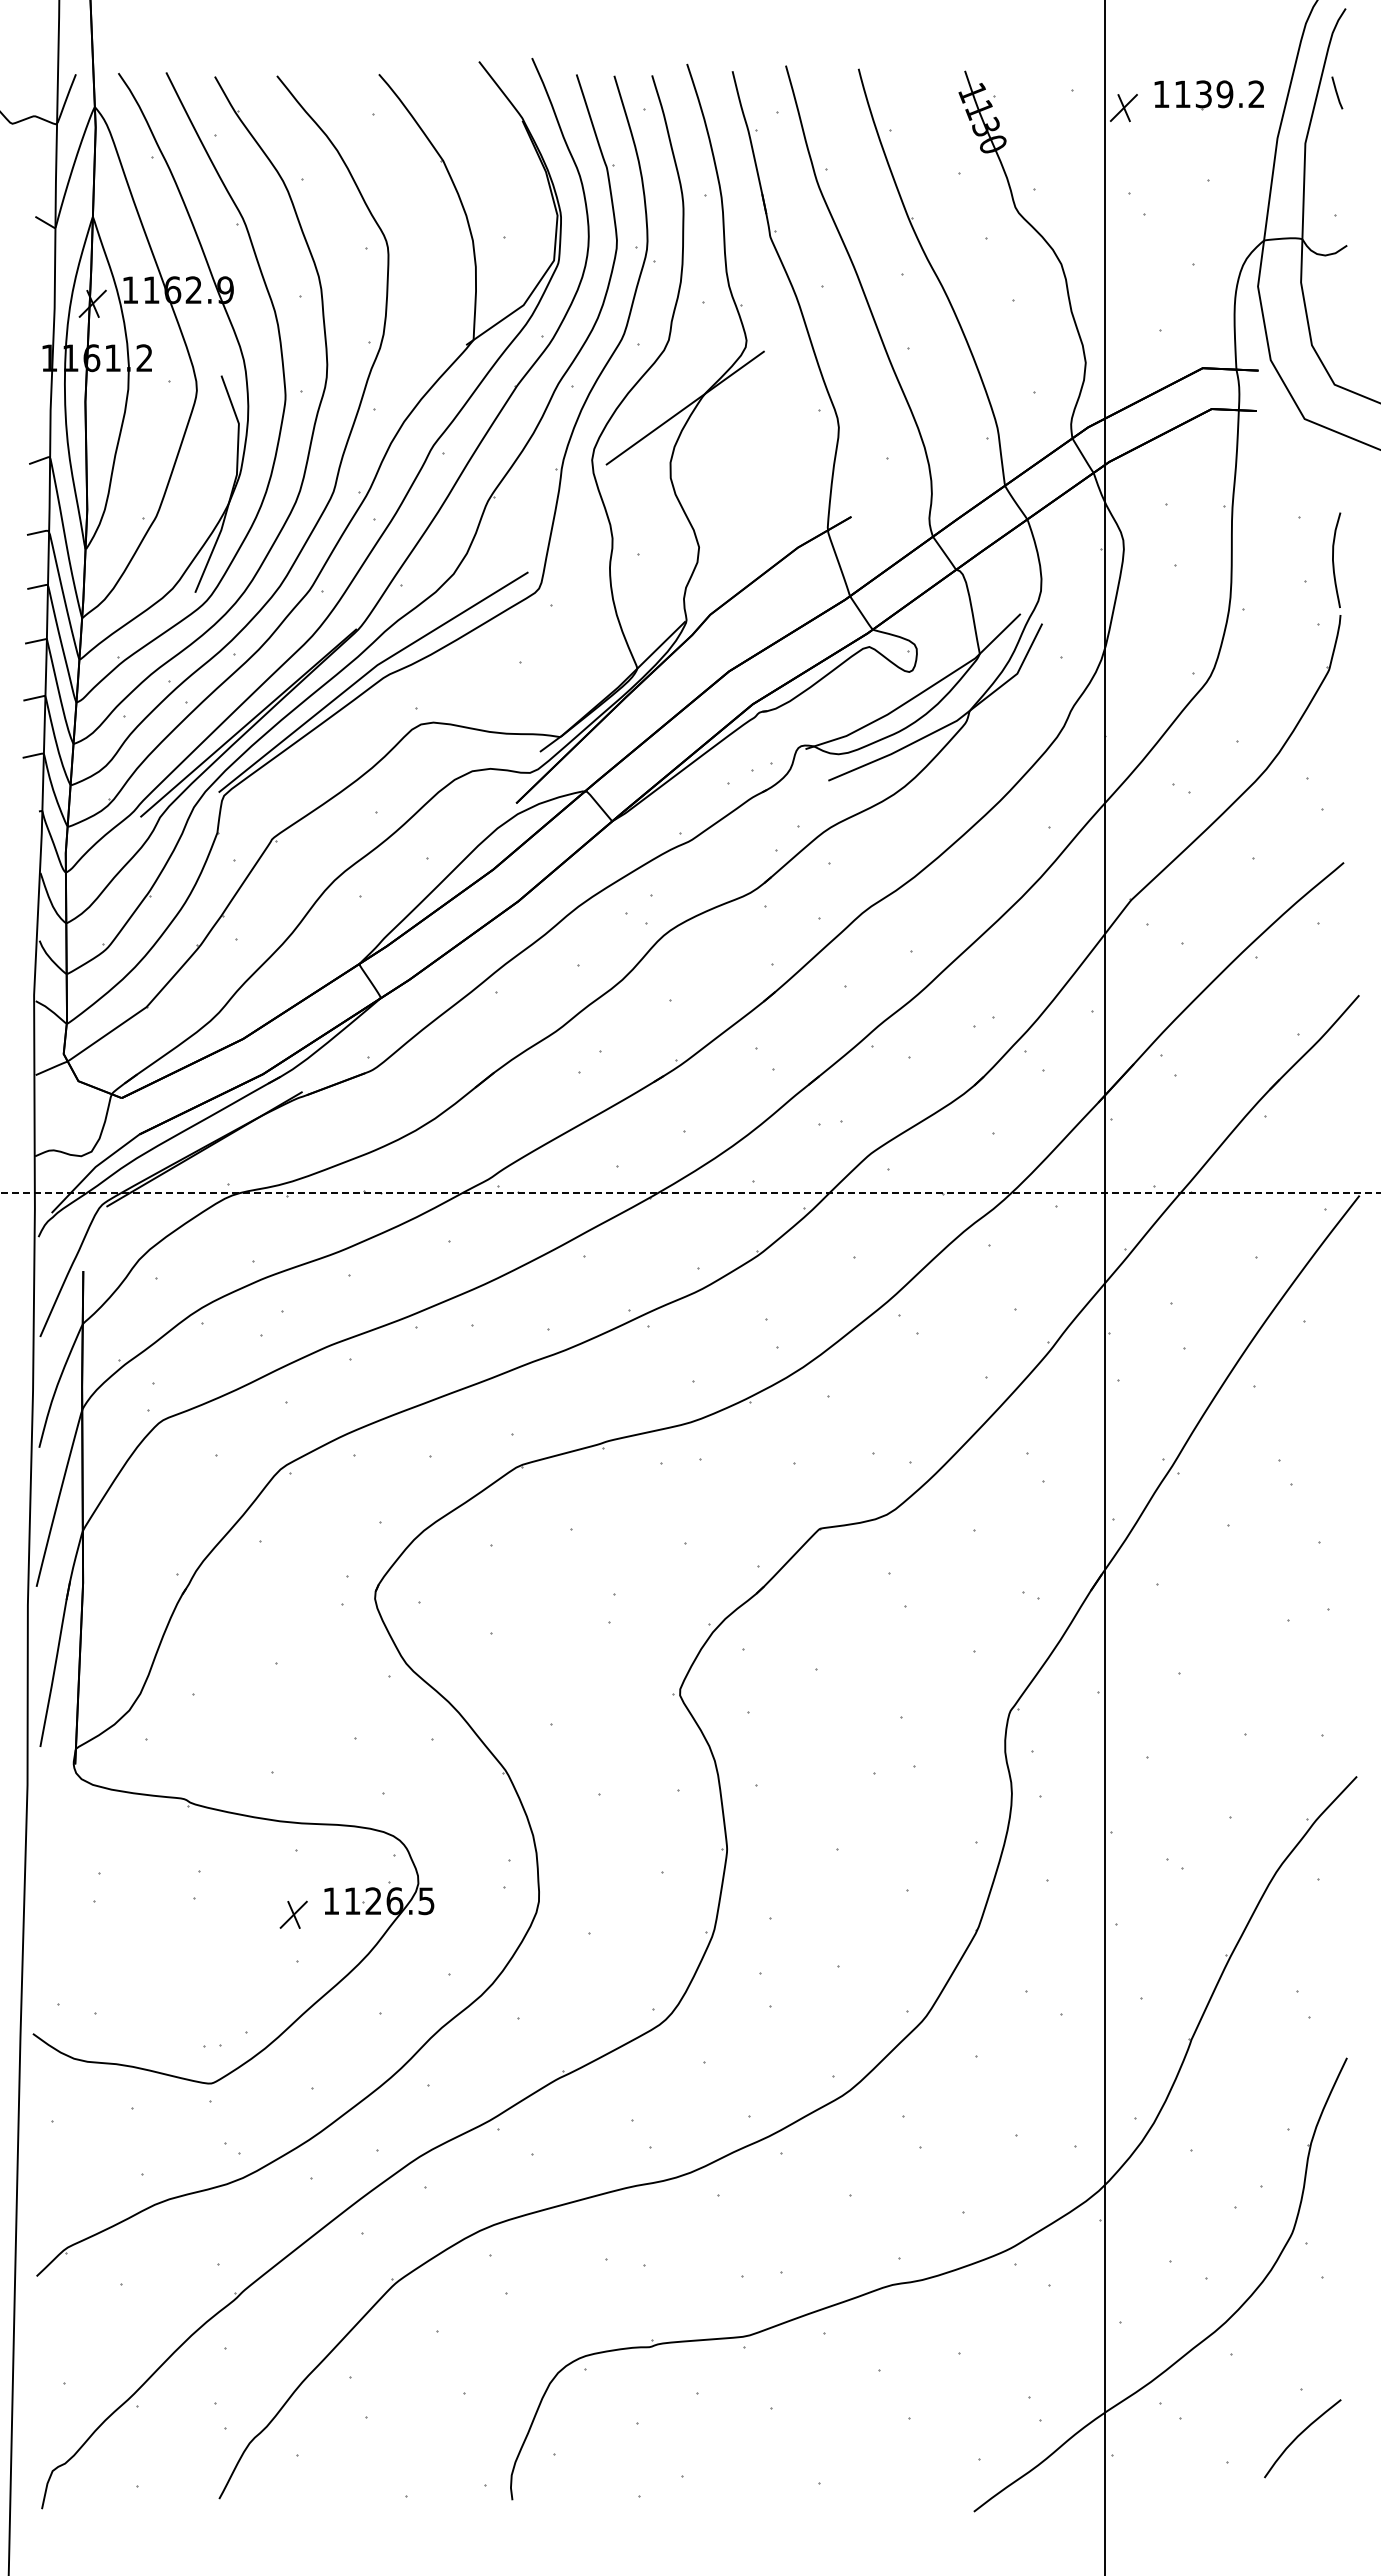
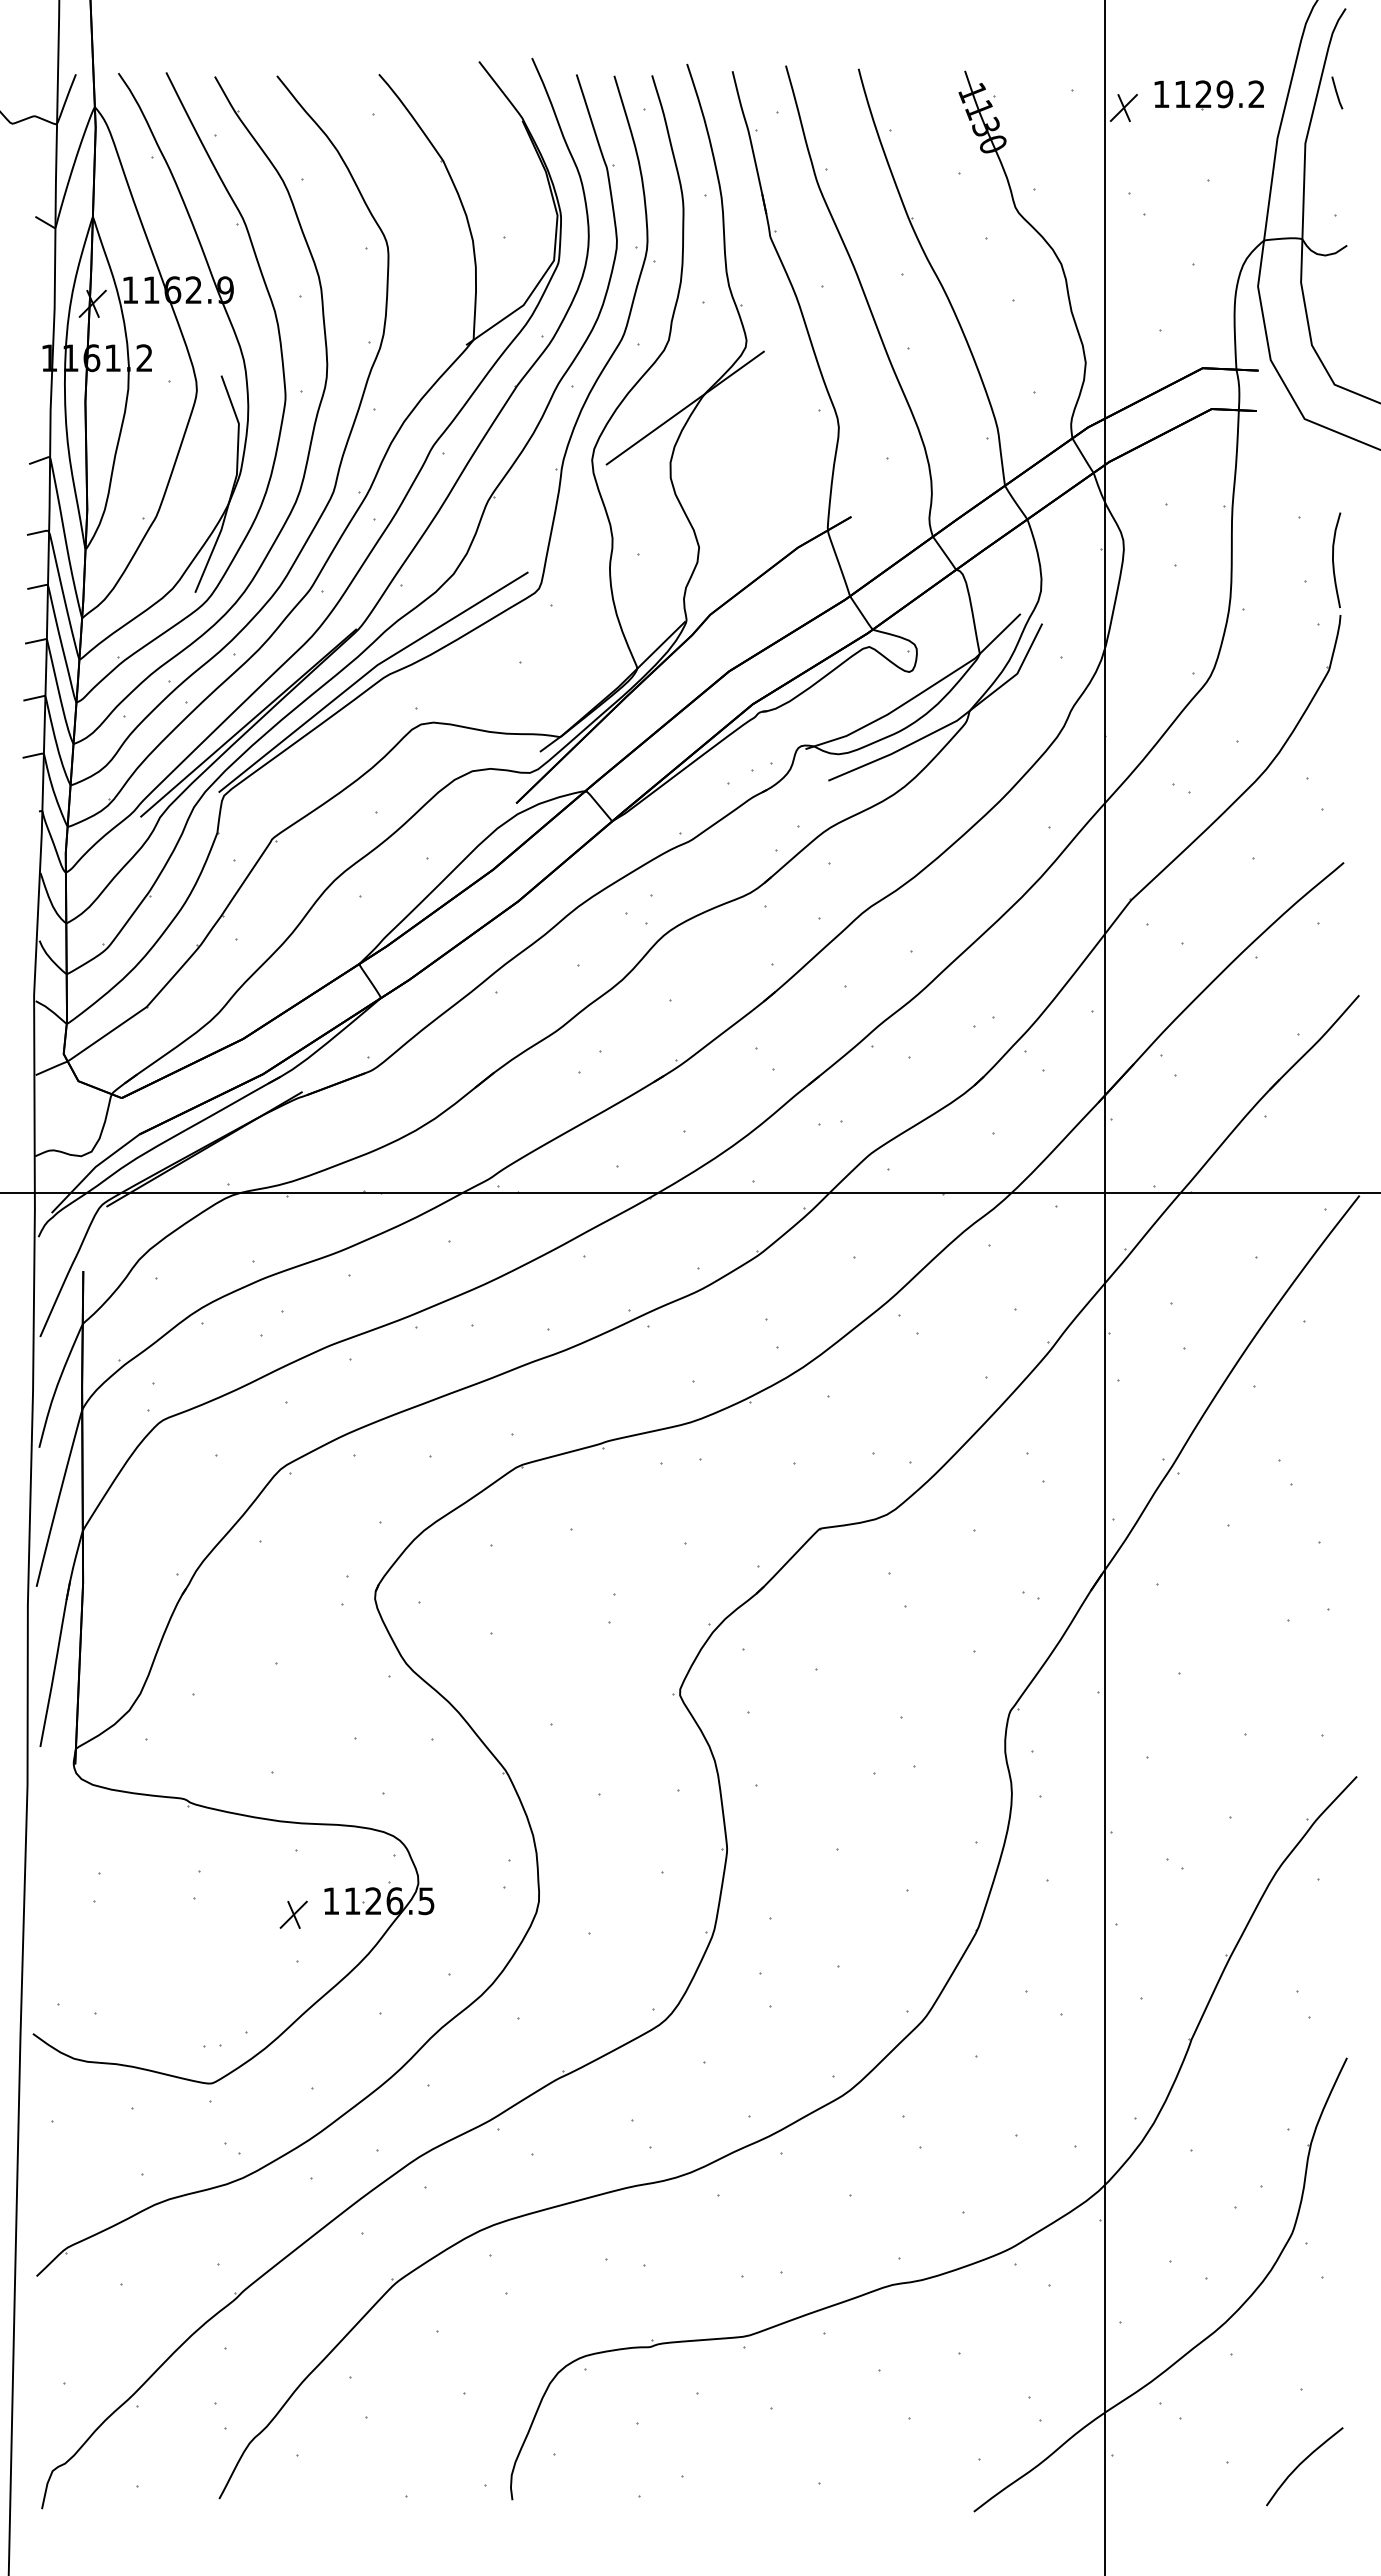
text at (1203, 94): 1139.2 -> 1129.2
line at (690, 1192): dashed -> solid
curve at (1300, 2435) position: (1300, 2435) -> (1302, 2463)
